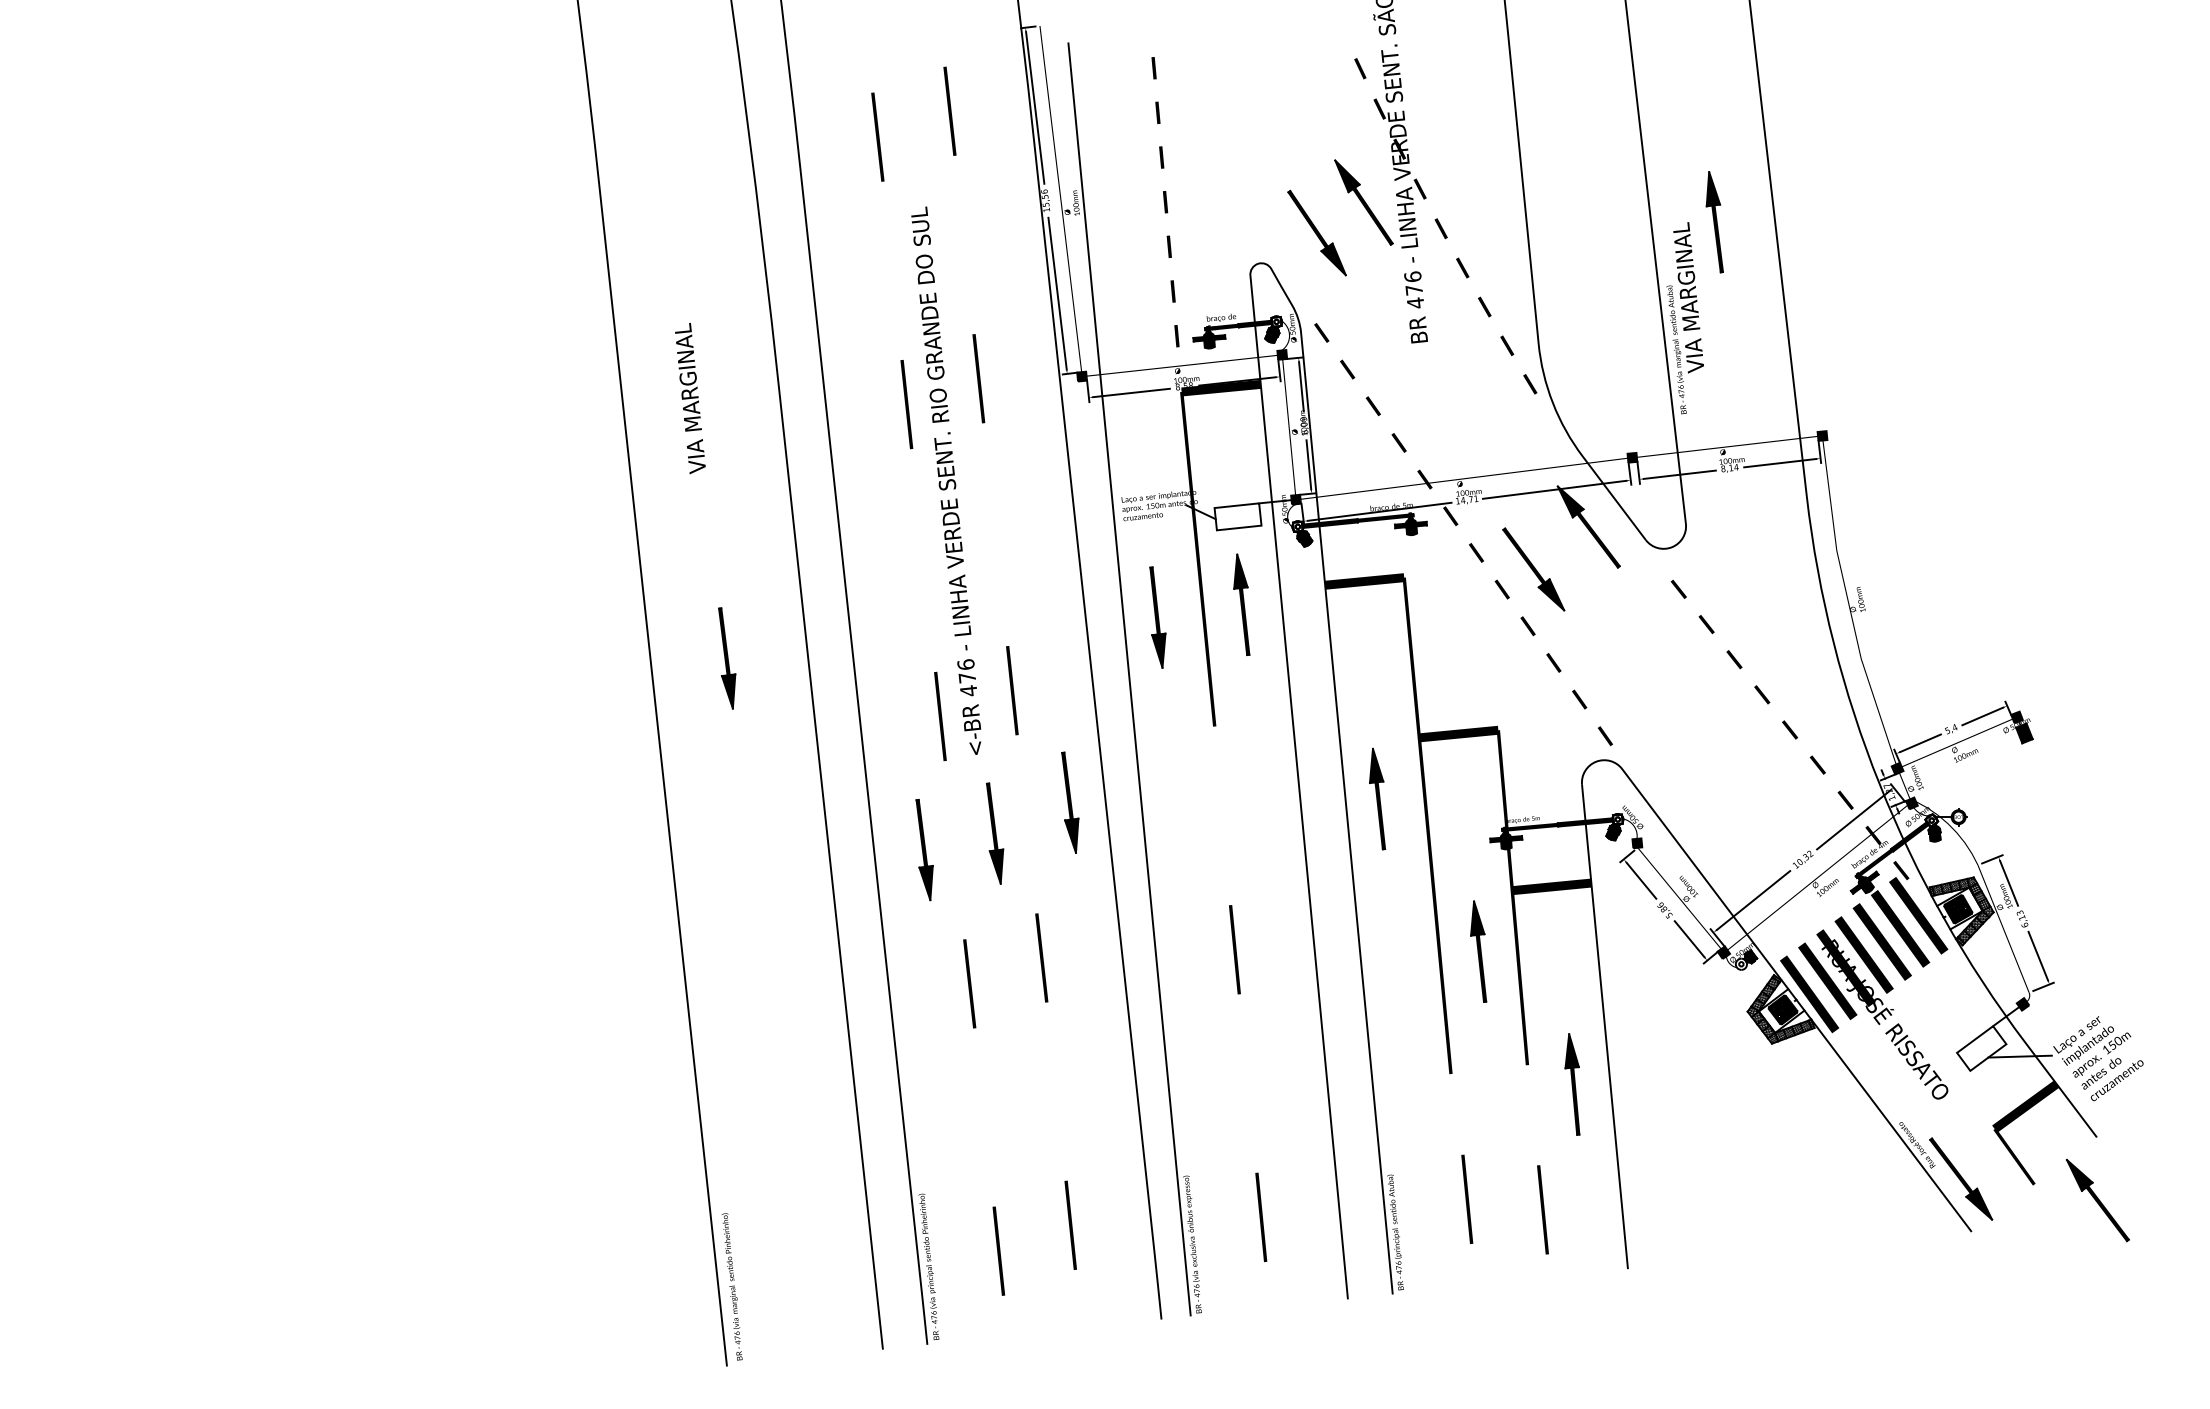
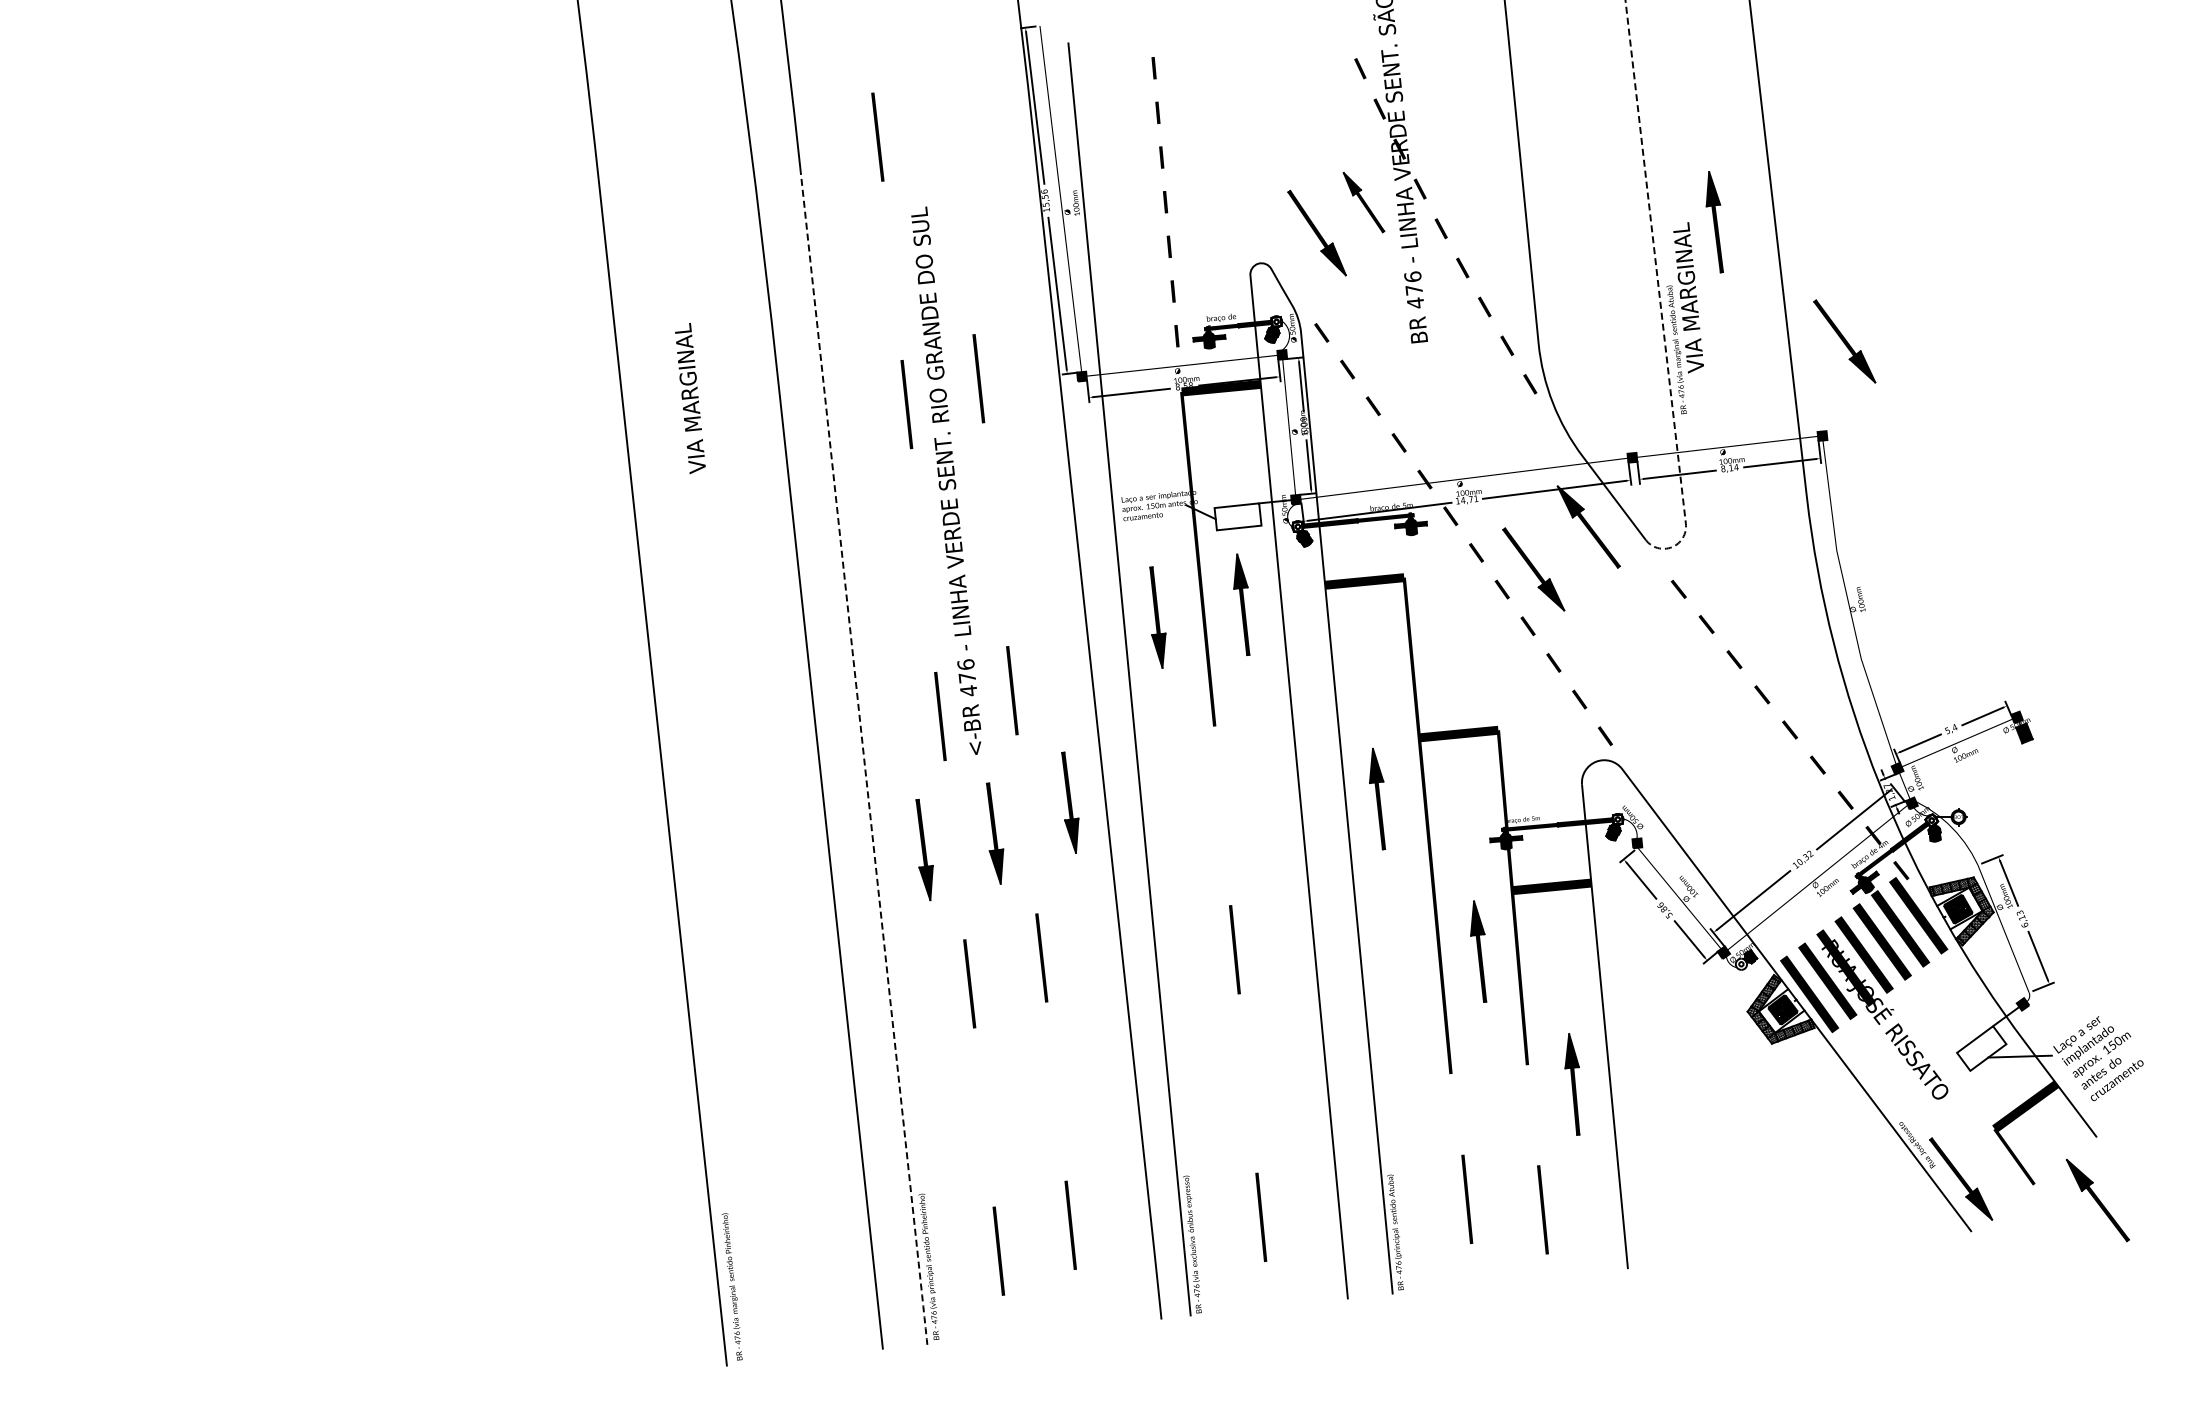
line at (949, 110): present -> none
part at (1363, 202) size: 60x87 px -> 44x62 px
line at (1660, 301): solid -> dashed
part at (1844, 341): none -> present
part at (727, 658): present -> none
line at (864, 758): solid -> dashed
